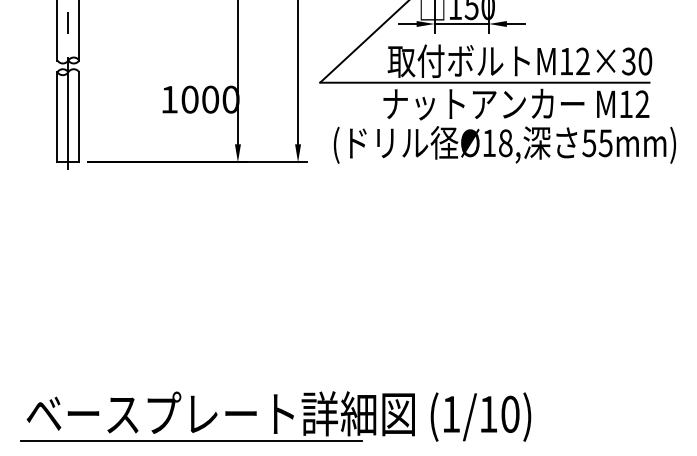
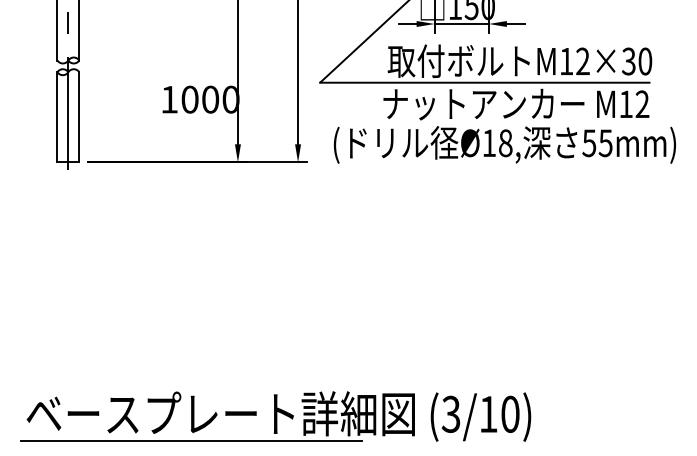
text at (450, 413): (1/10) -> (3/10)
